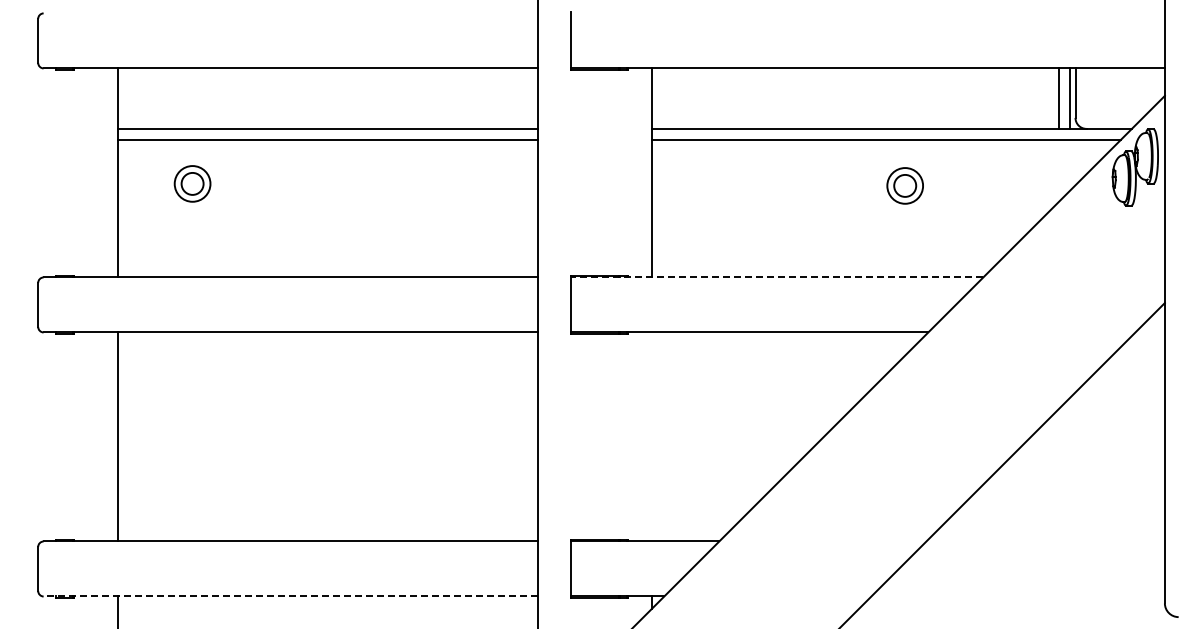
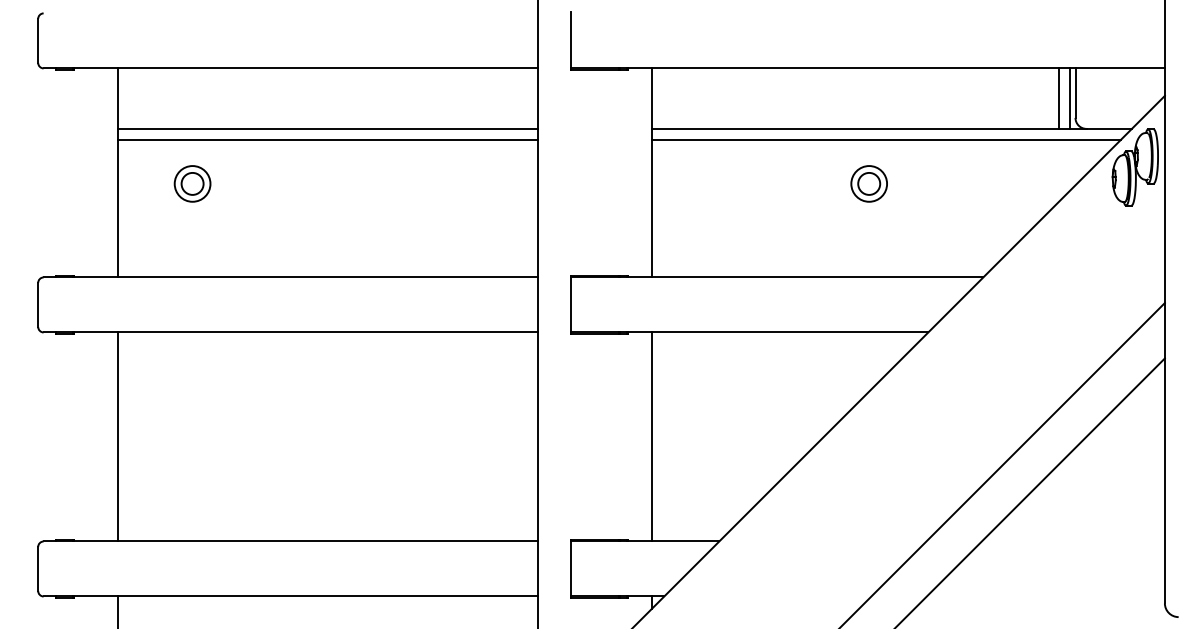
part at (904, 185) position: (904, 185) -> (868, 183)
line at (776, 277): dashed -> solid
line at (651, 436): none -> present
line at (1030, 491): none -> present
line at (290, 596): dashed -> solid
